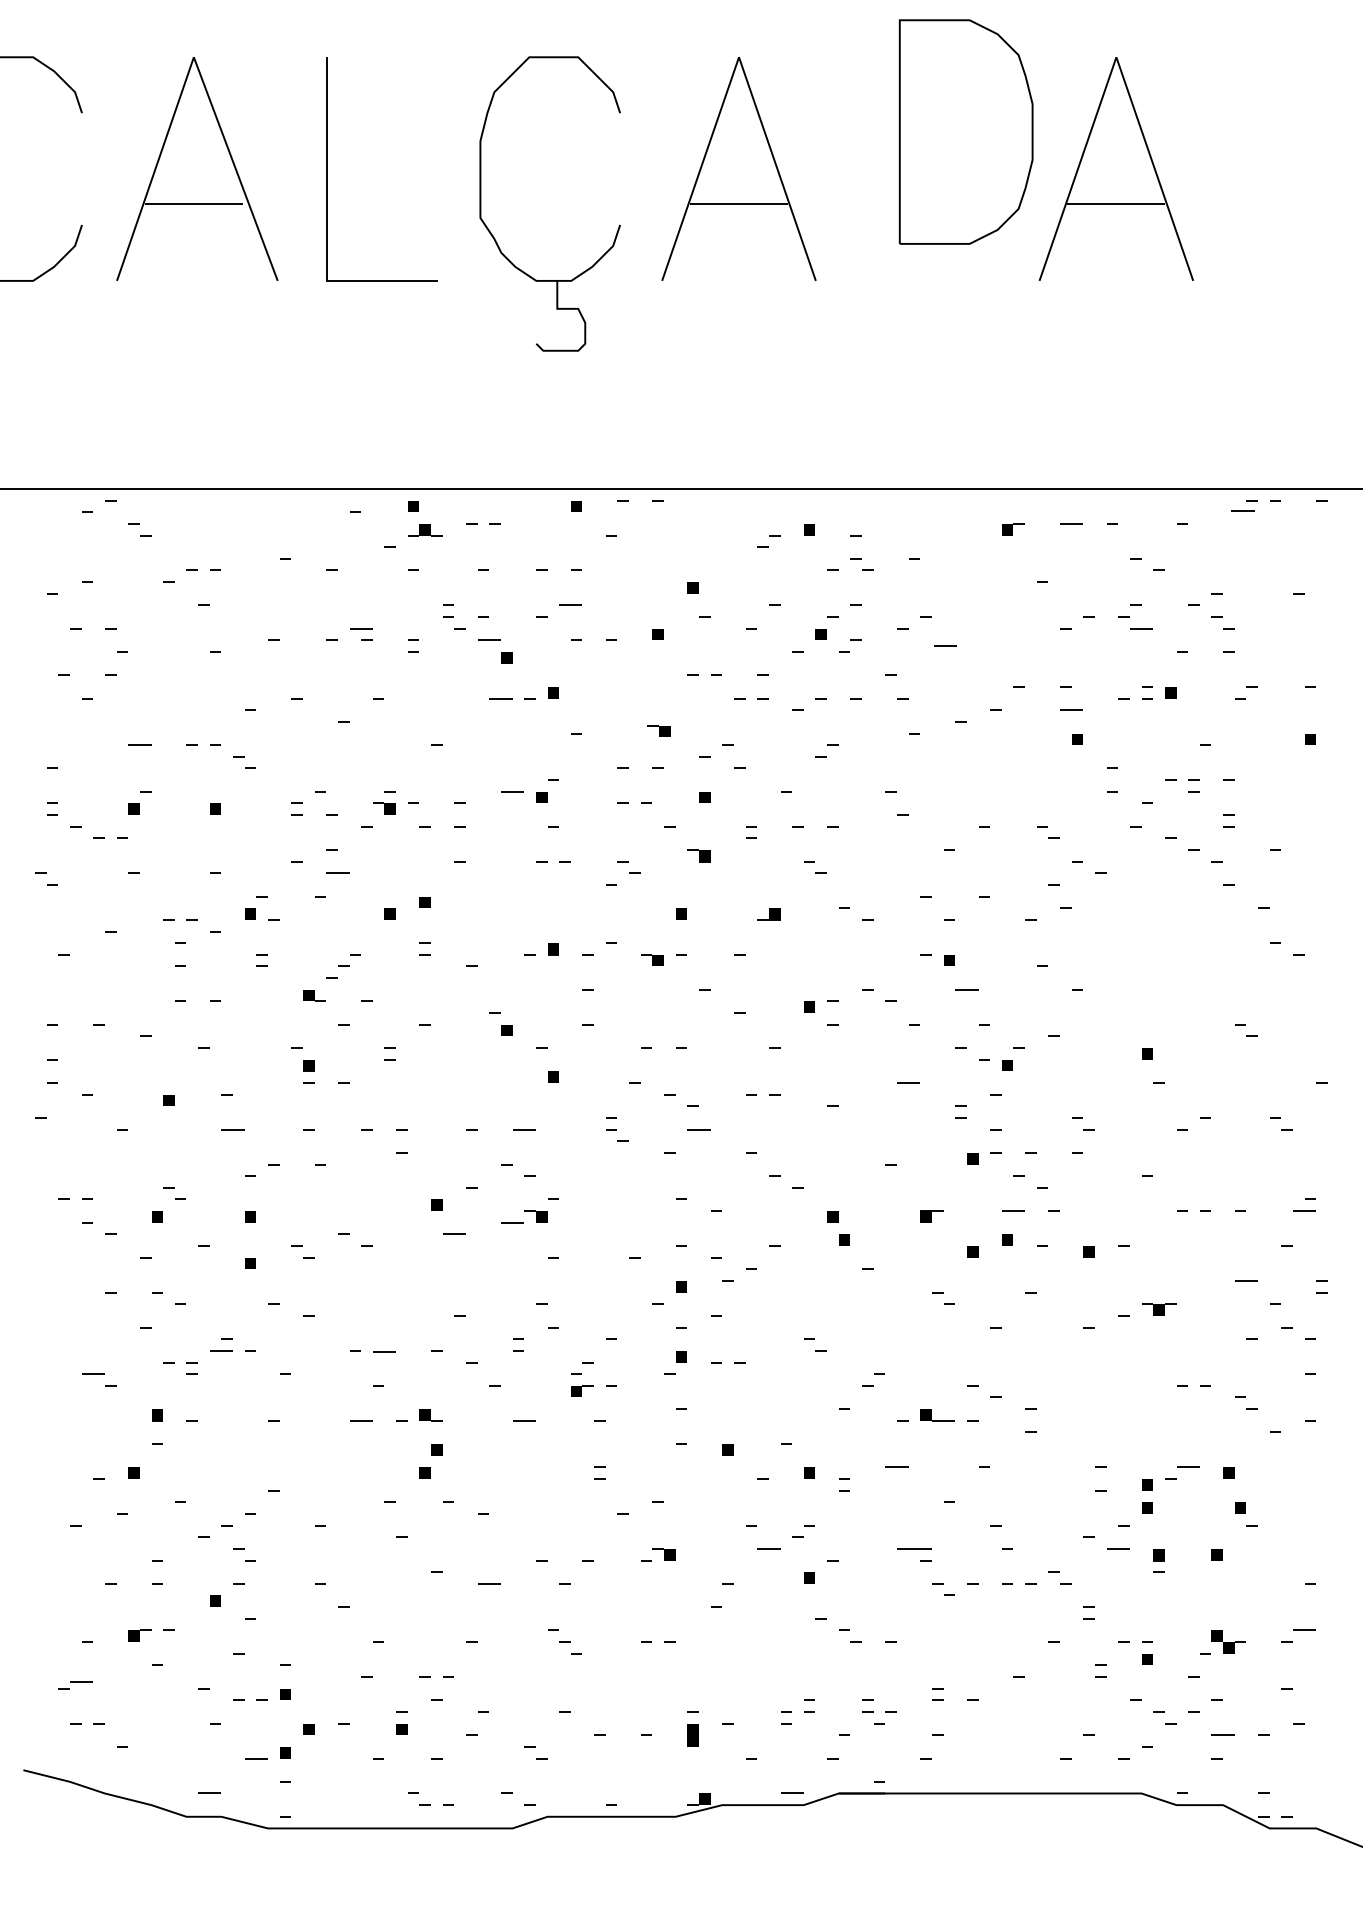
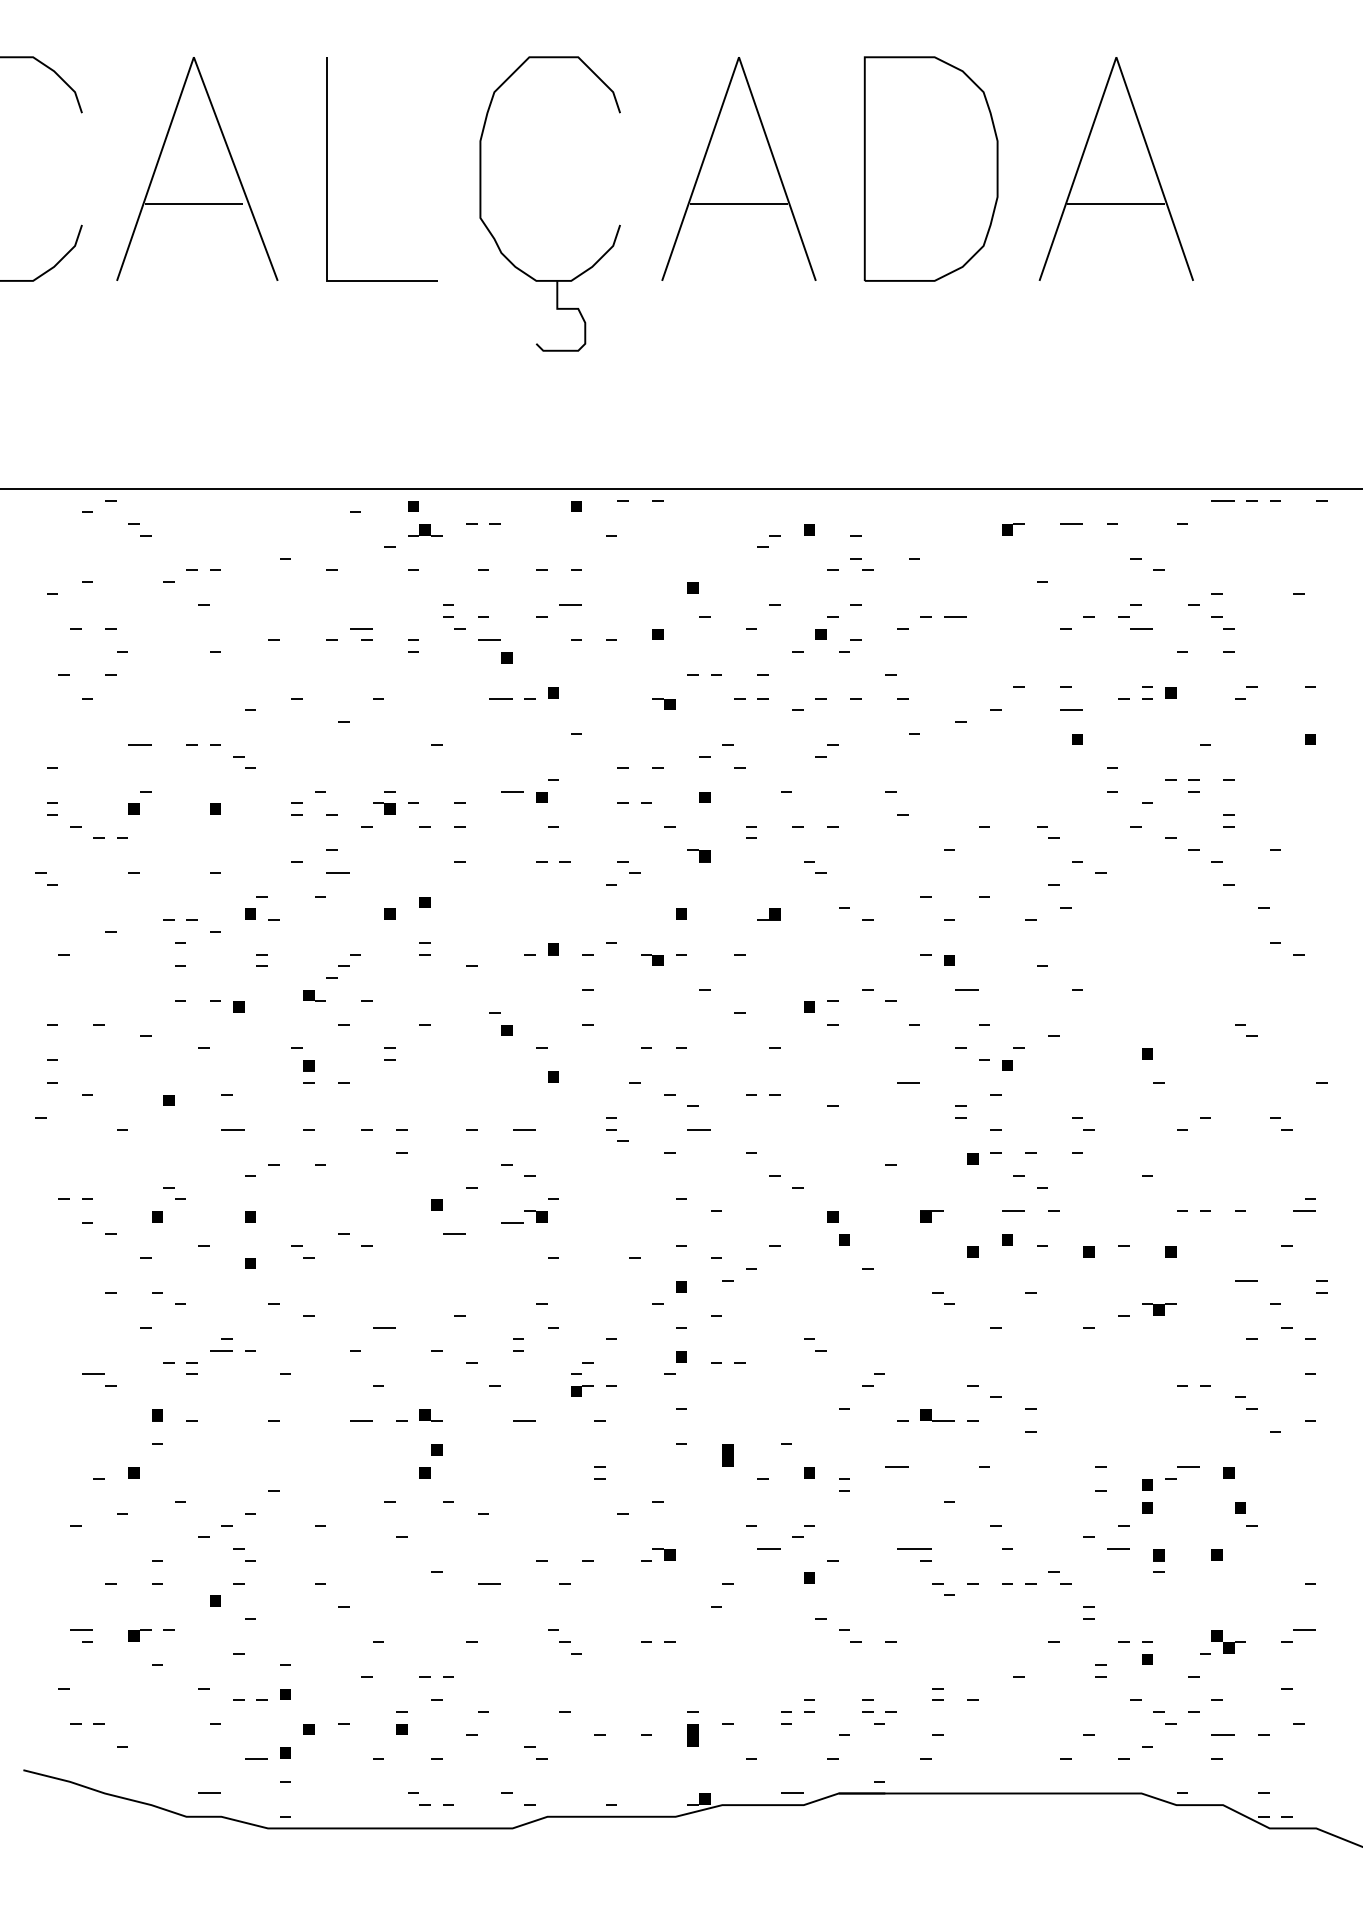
part at (965, 131) position: (965, 131) -> (930, 168)
line at (1242, 510) position: (1242, 510) -> (1222, 500)
line at (945, 645) position: (945, 645) -> (955, 616)
part at (658, 730) position: (658, 730) -> (663, 703)
fill at (238, 1007): none -> present
fill at (1170, 1251): none -> present
line at (384, 1351) position: (384, 1351) -> (384, 1327)
fill at (727, 1461): none -> present
line at (81, 1681) position: (81, 1681) -> (81, 1629)
